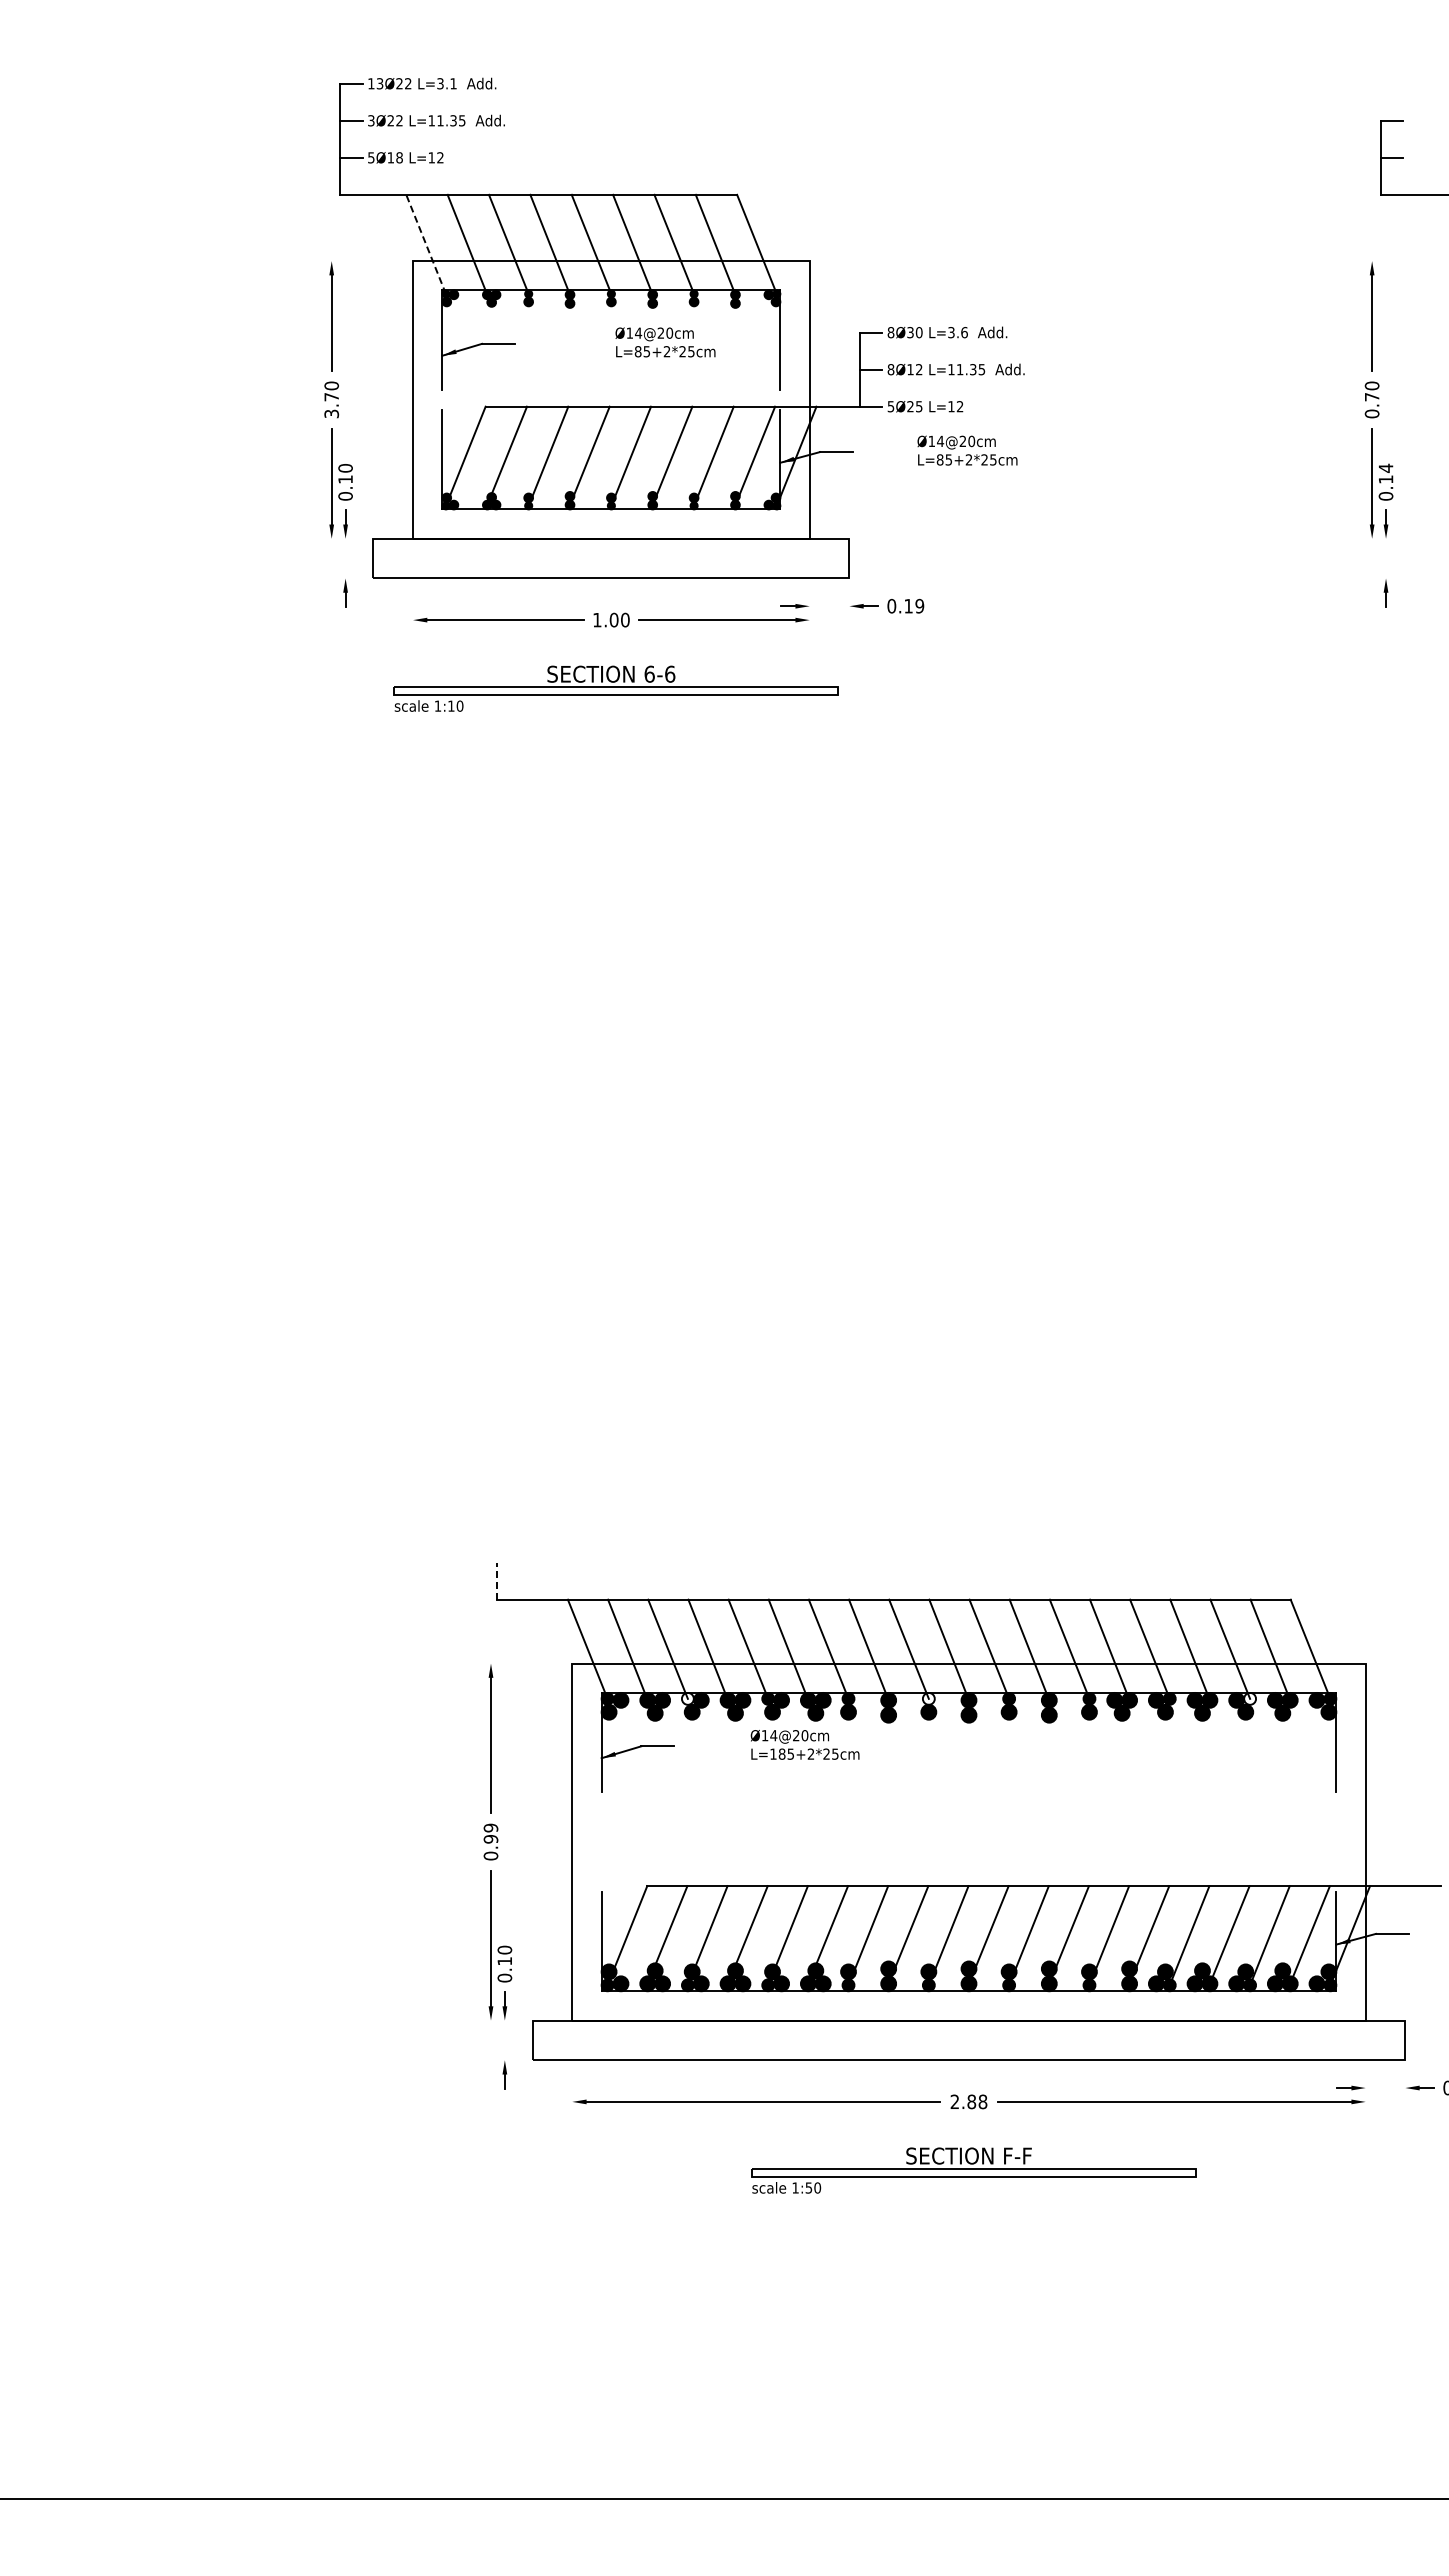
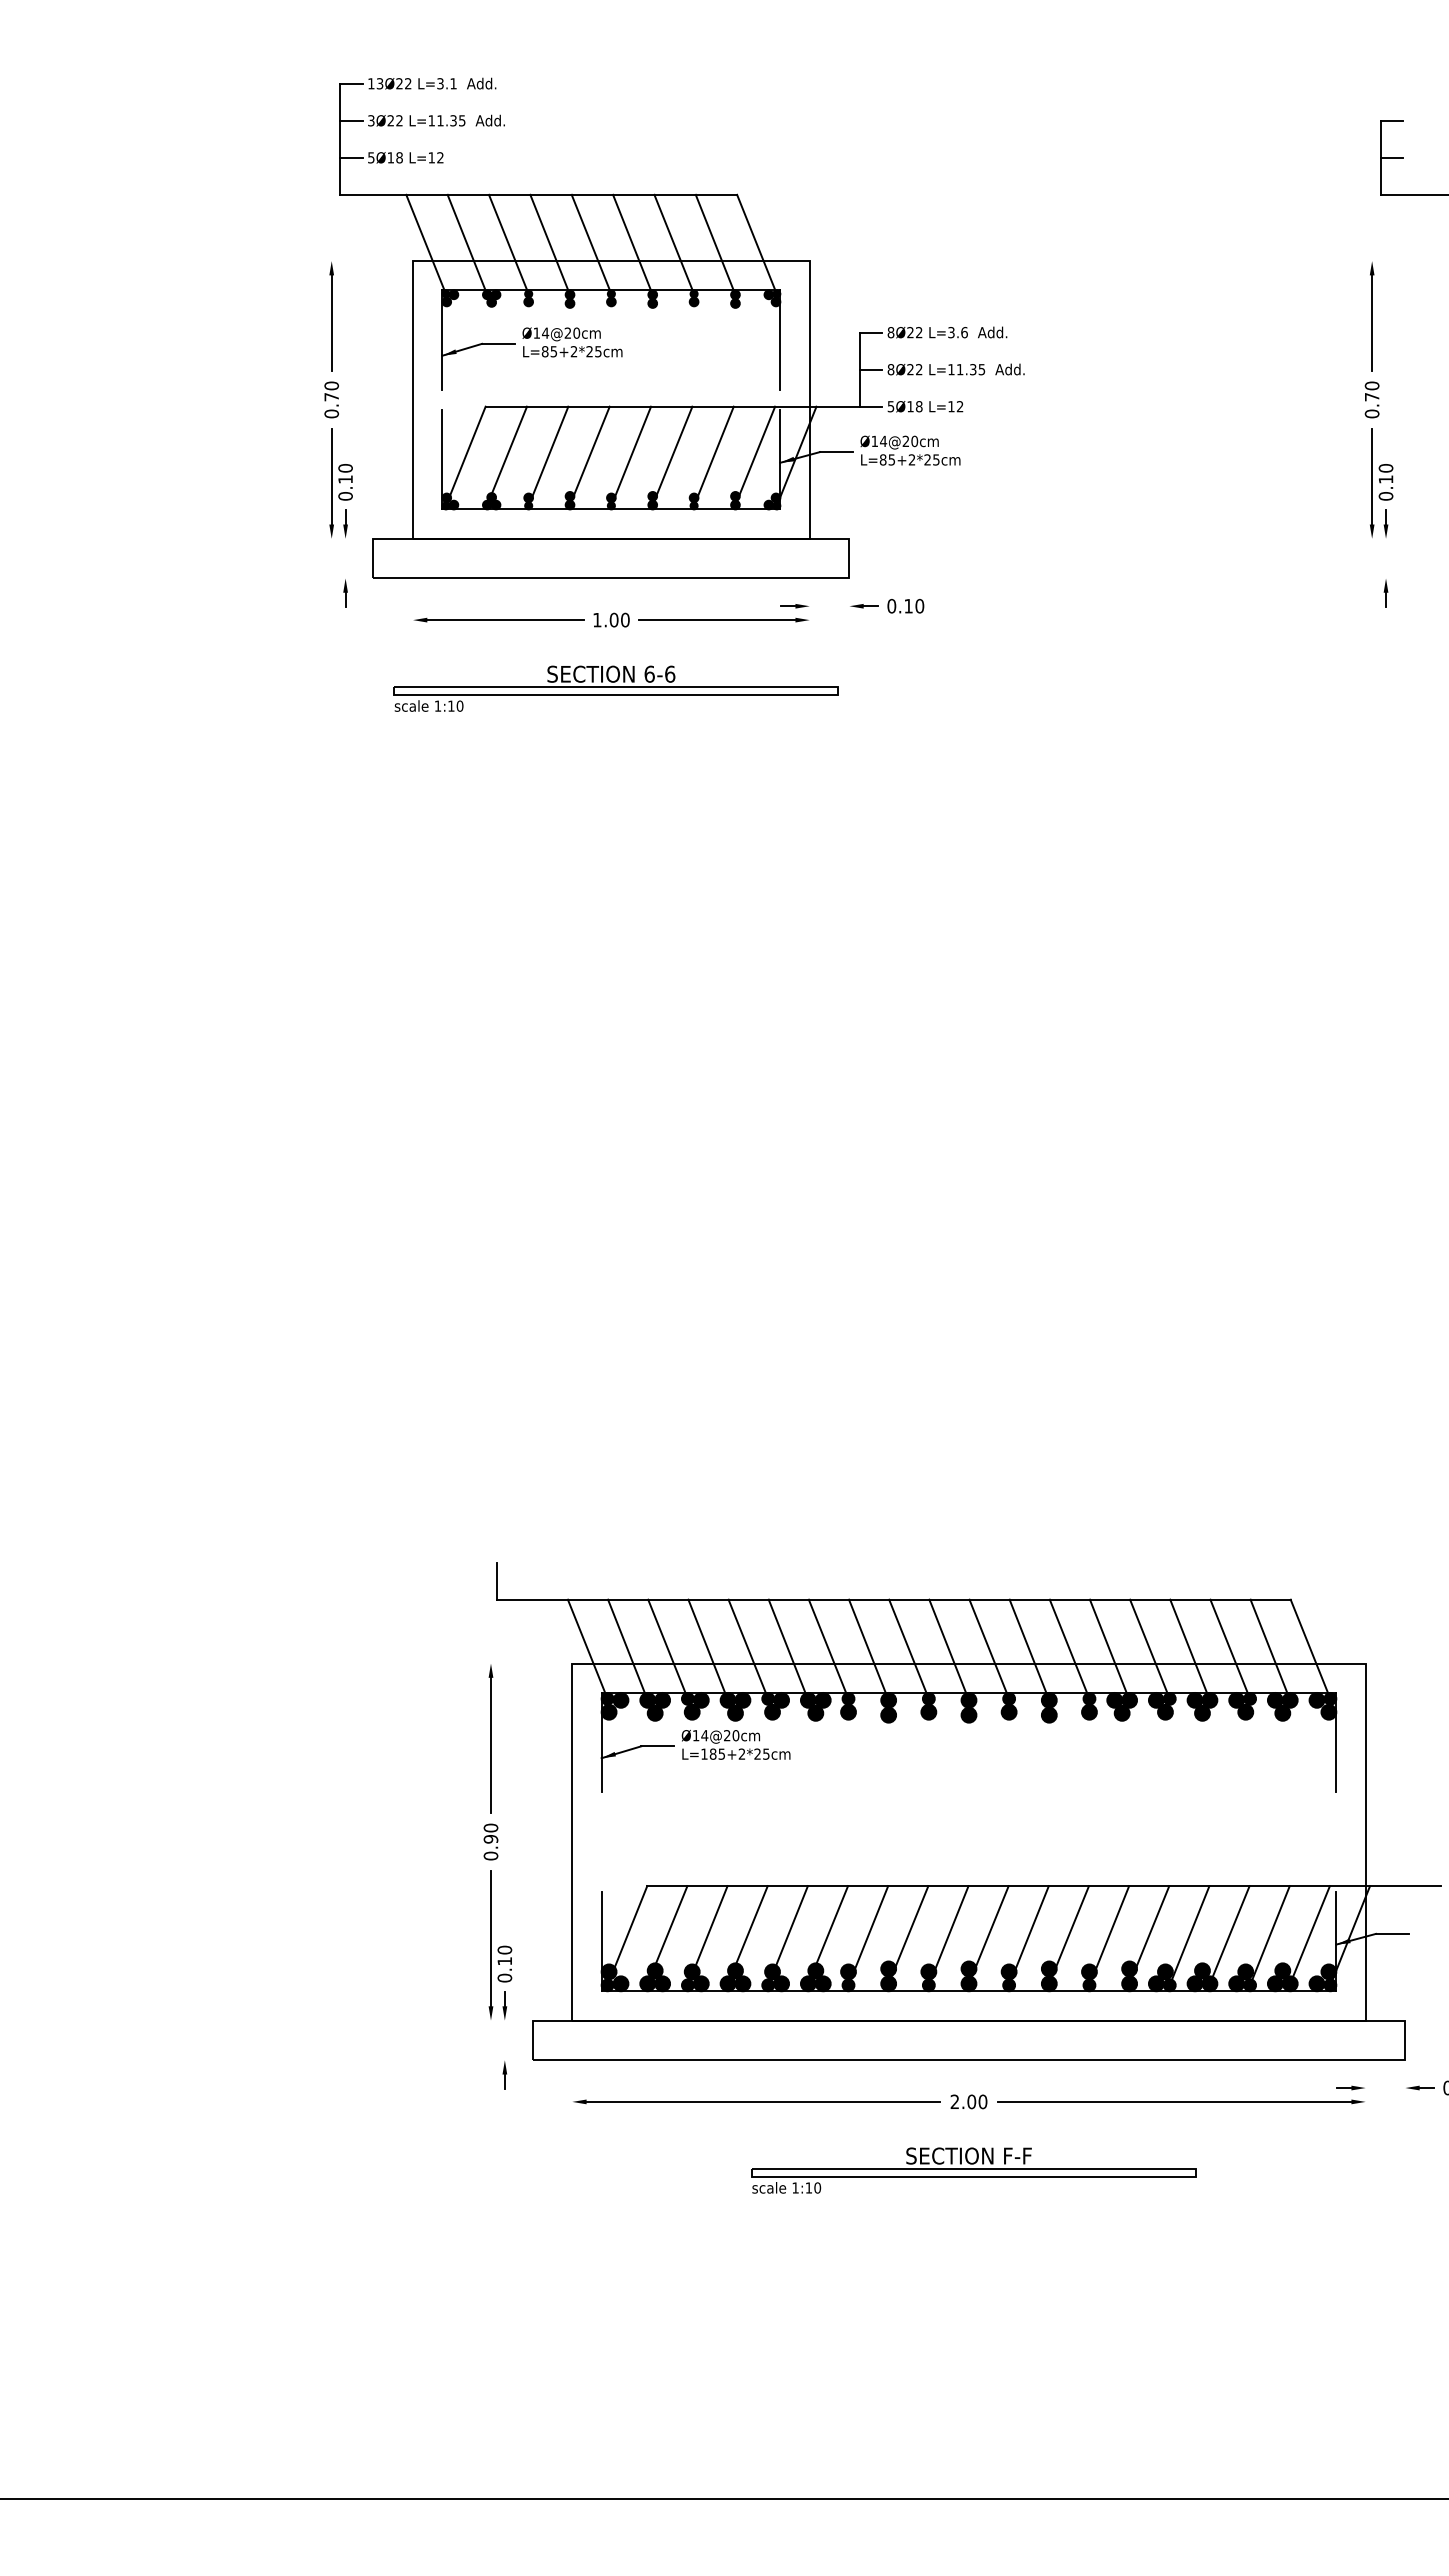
line at (425, 243): dashed -> solid
text at (914, 332): 8Ø30 -> 8Ø22
text at (665, 342) position: (665, 342) -> (572, 342)
text at (910, 369): 8Ø12 -> 8Ø22
text at (914, 406): 5Ø25 -> 5Ø18
text at (331, 413): 3.70 -> 0.70
text at (967, 450) position: (967, 450) -> (910, 450)
text at (1385, 467): 0.14 -> 0.10
text at (919, 606): 0.19 -> 0.10
line at (497, 1581): dashed -> solid
fill at (687, 1698): none -> present
fill at (928, 1698): none -> present
fill at (1250, 1698): none -> present
text at (804, 1744) position: (804, 1744) -> (735, 1744)
text at (491, 1827): 0.99 -> 0.90
text at (977, 2101): 2.88 -> 2.00
text at (808, 2187): 1:50 -> 1:10
